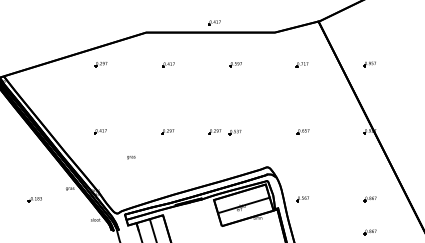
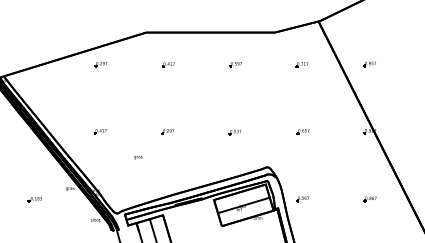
part at (214, 22): present -> none
part at (214, 131): present -> none
text at (131, 157) position: (131, 157) -> (138, 157)
part at (369, 232): present -> none
